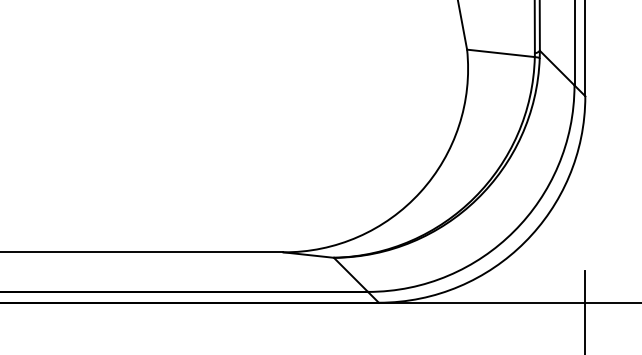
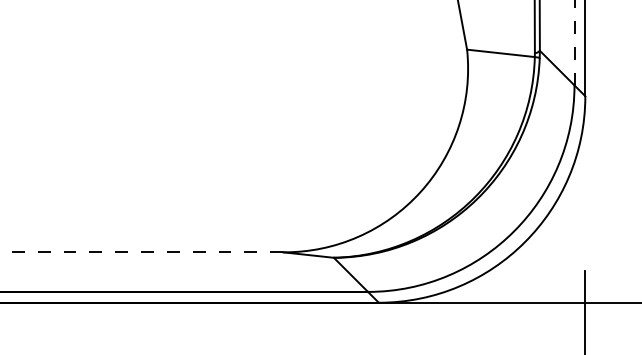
line at (574, 42): solid -> dashed
line at (141, 252): solid -> dashed
